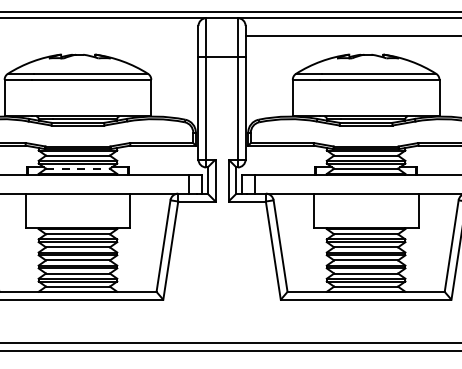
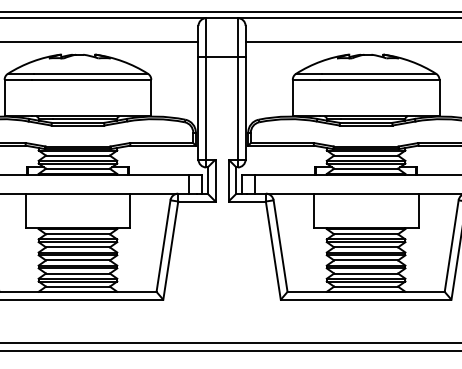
line at (351, 35) position: (351, 35) -> (351, 41)
line at (100, 41): none -> present
line at (77, 168): dashed -> solid
